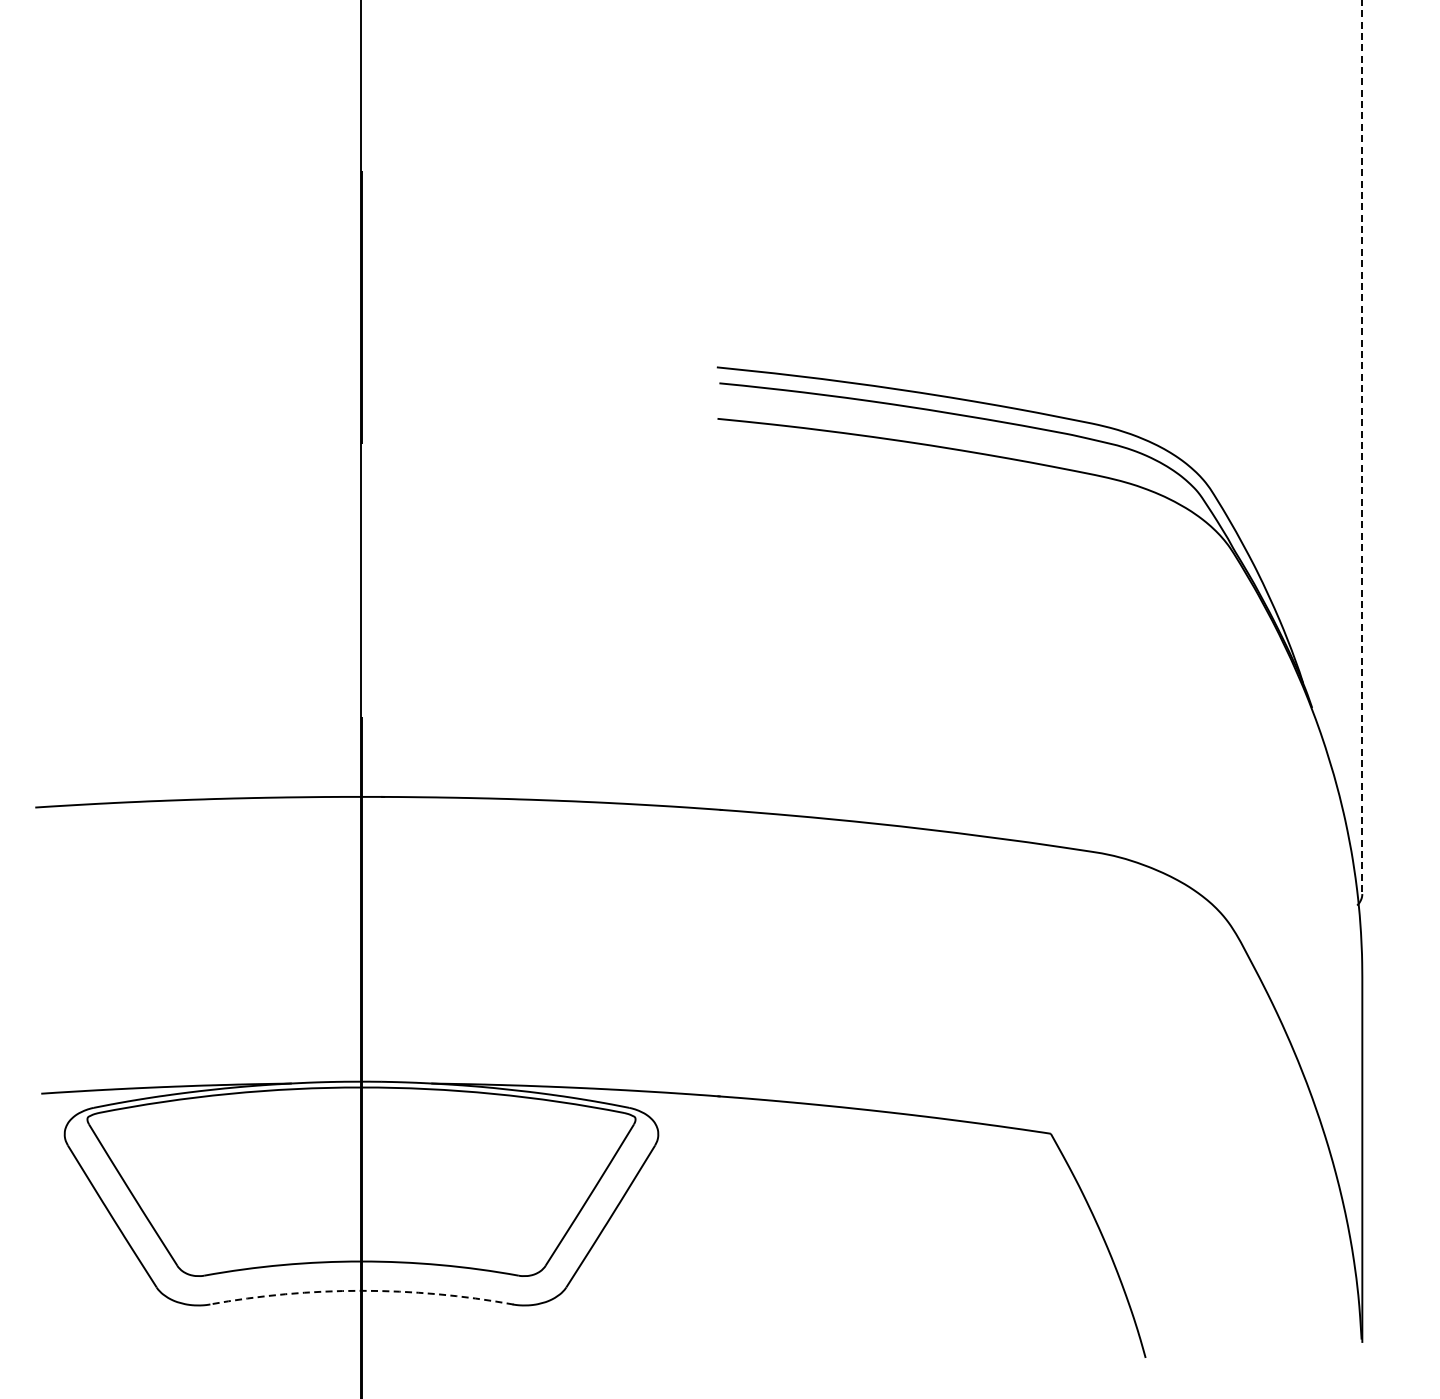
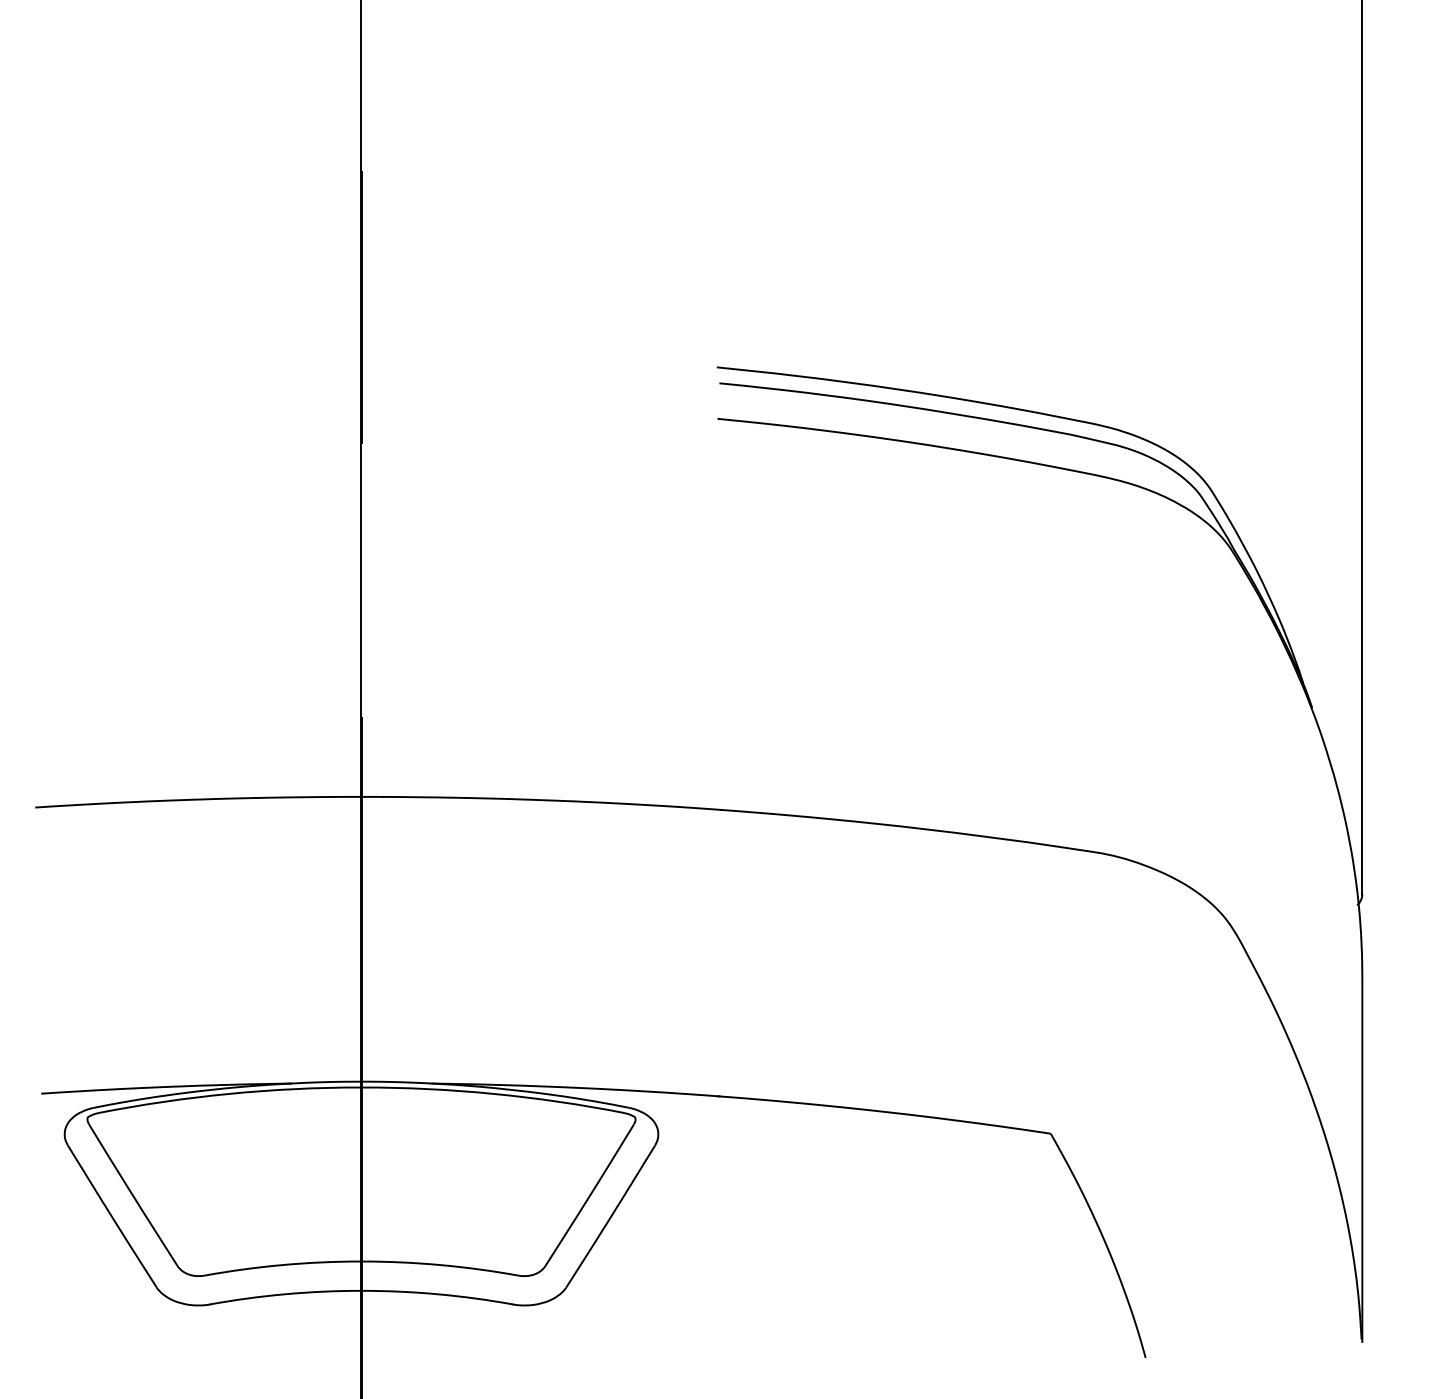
line at (1362, 447): dashed -> solid
arc at (361, 1290): dashed -> solid
